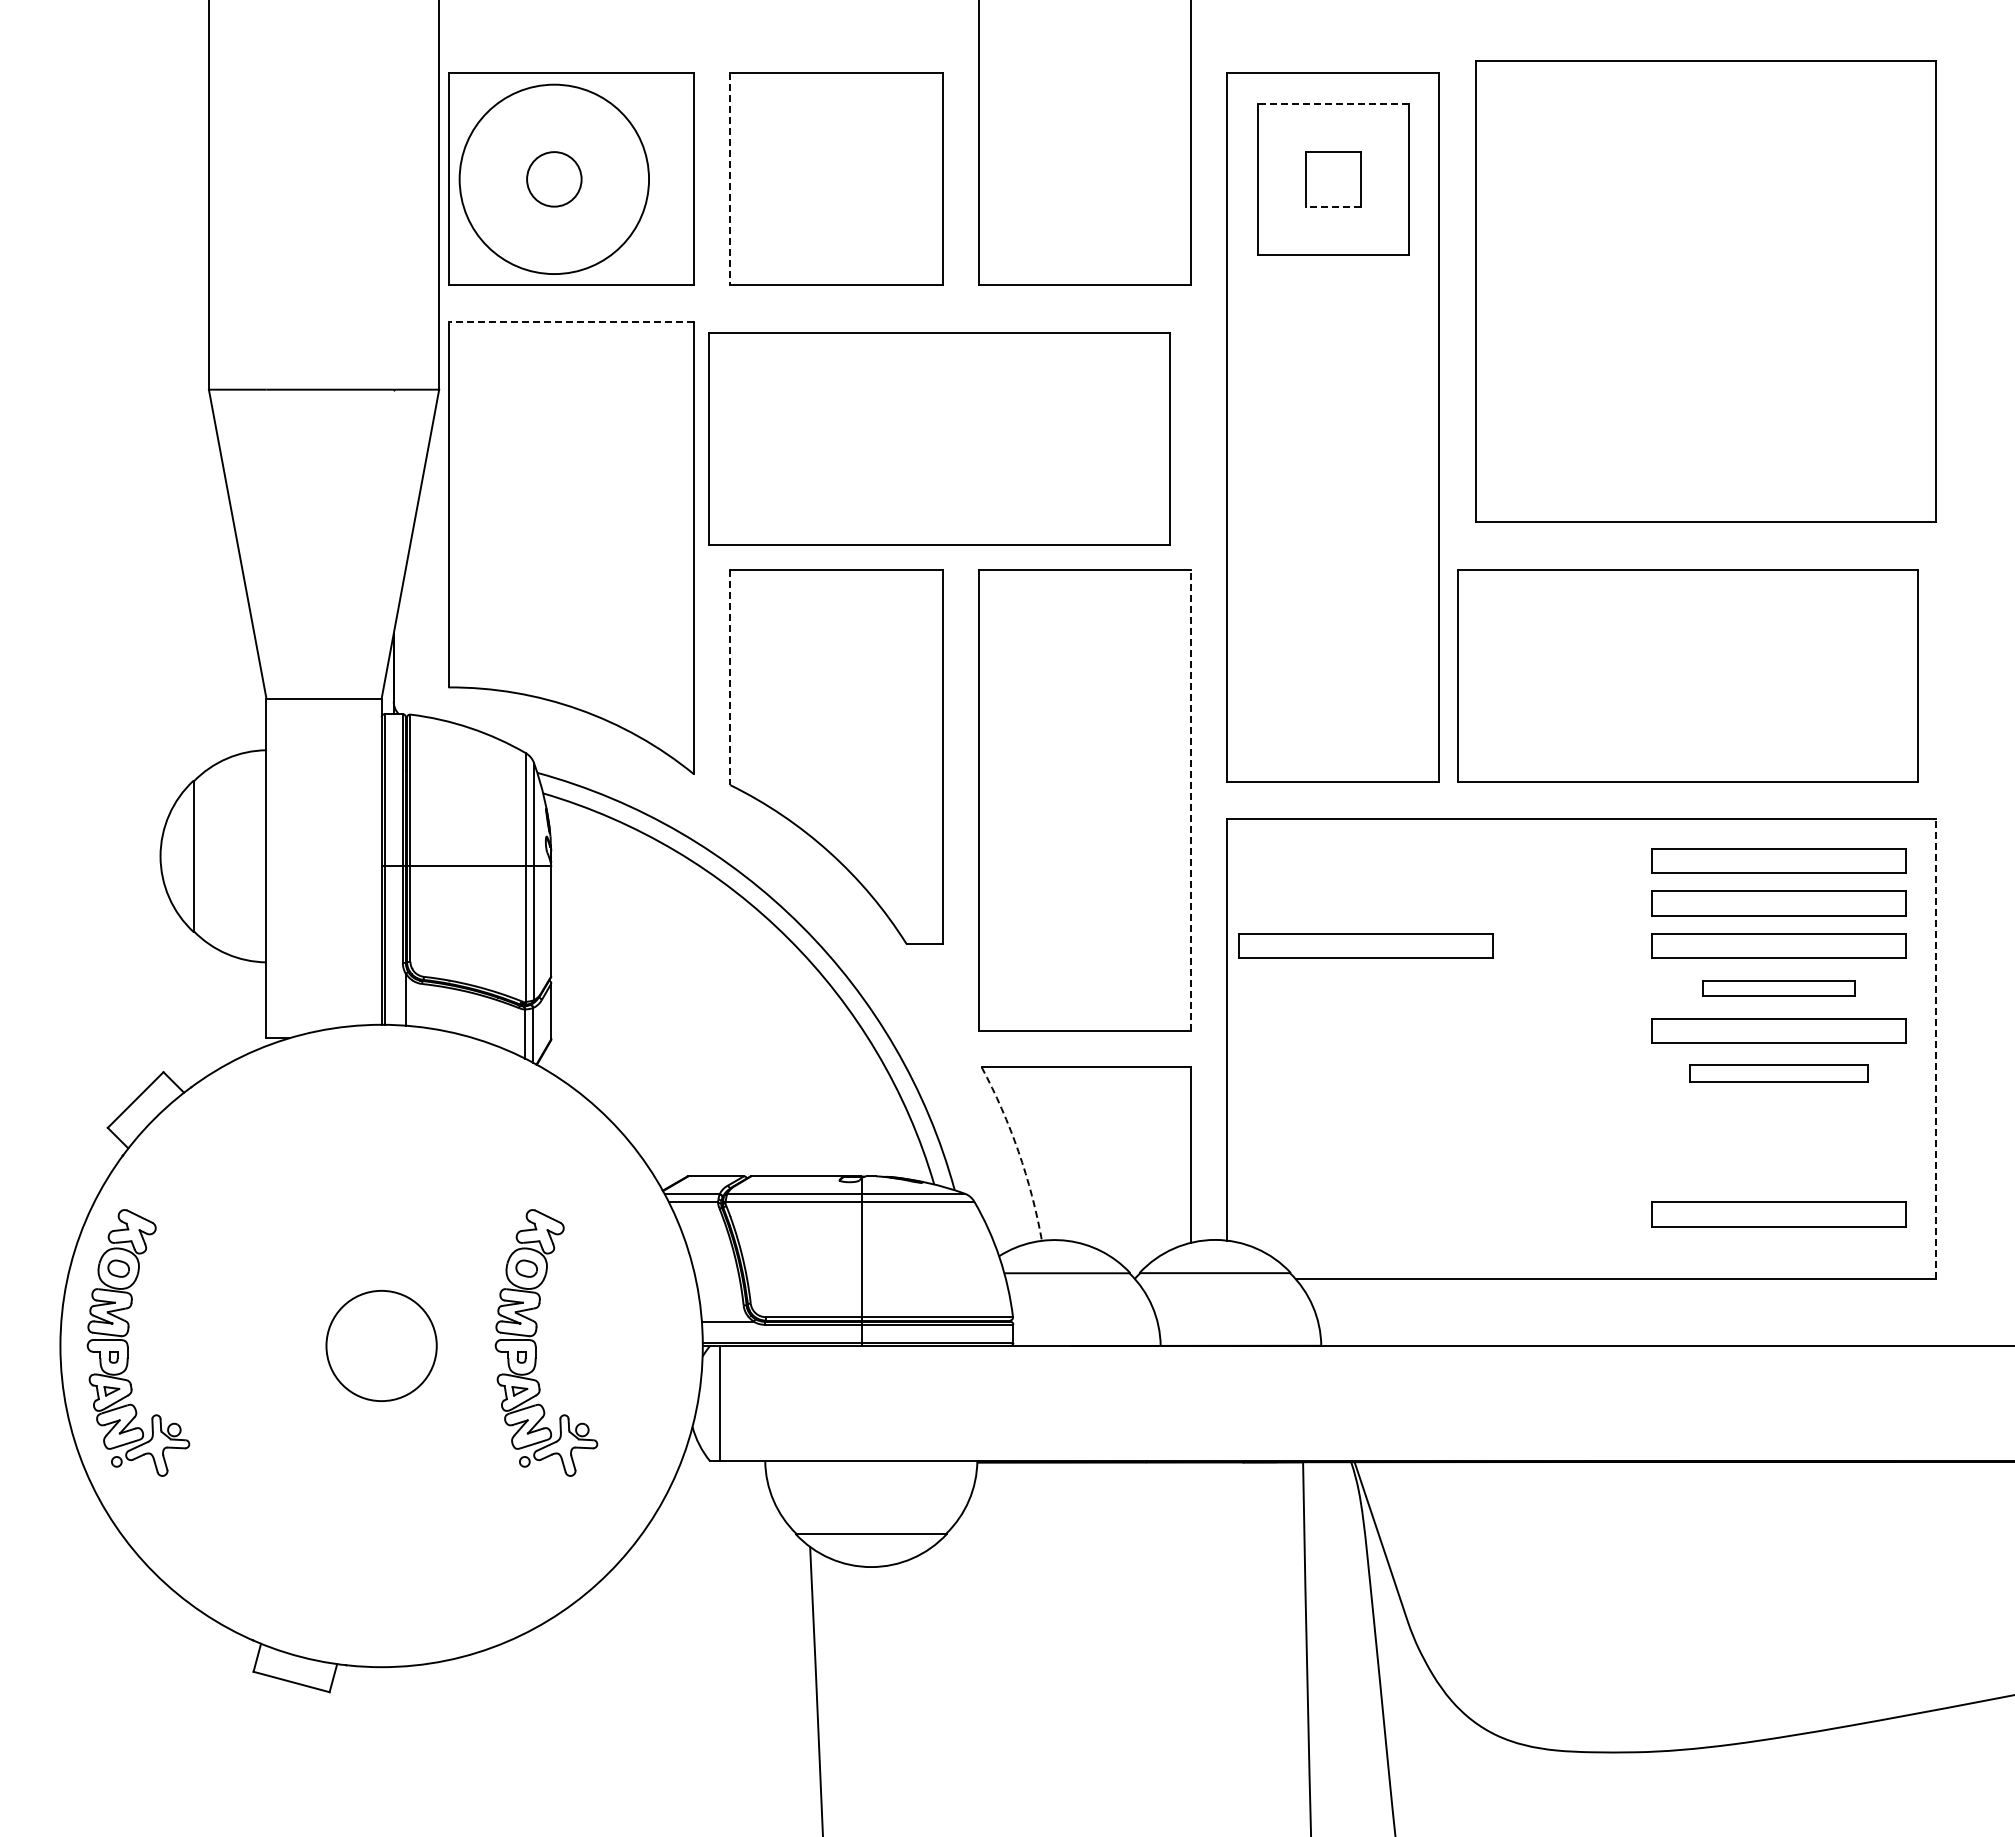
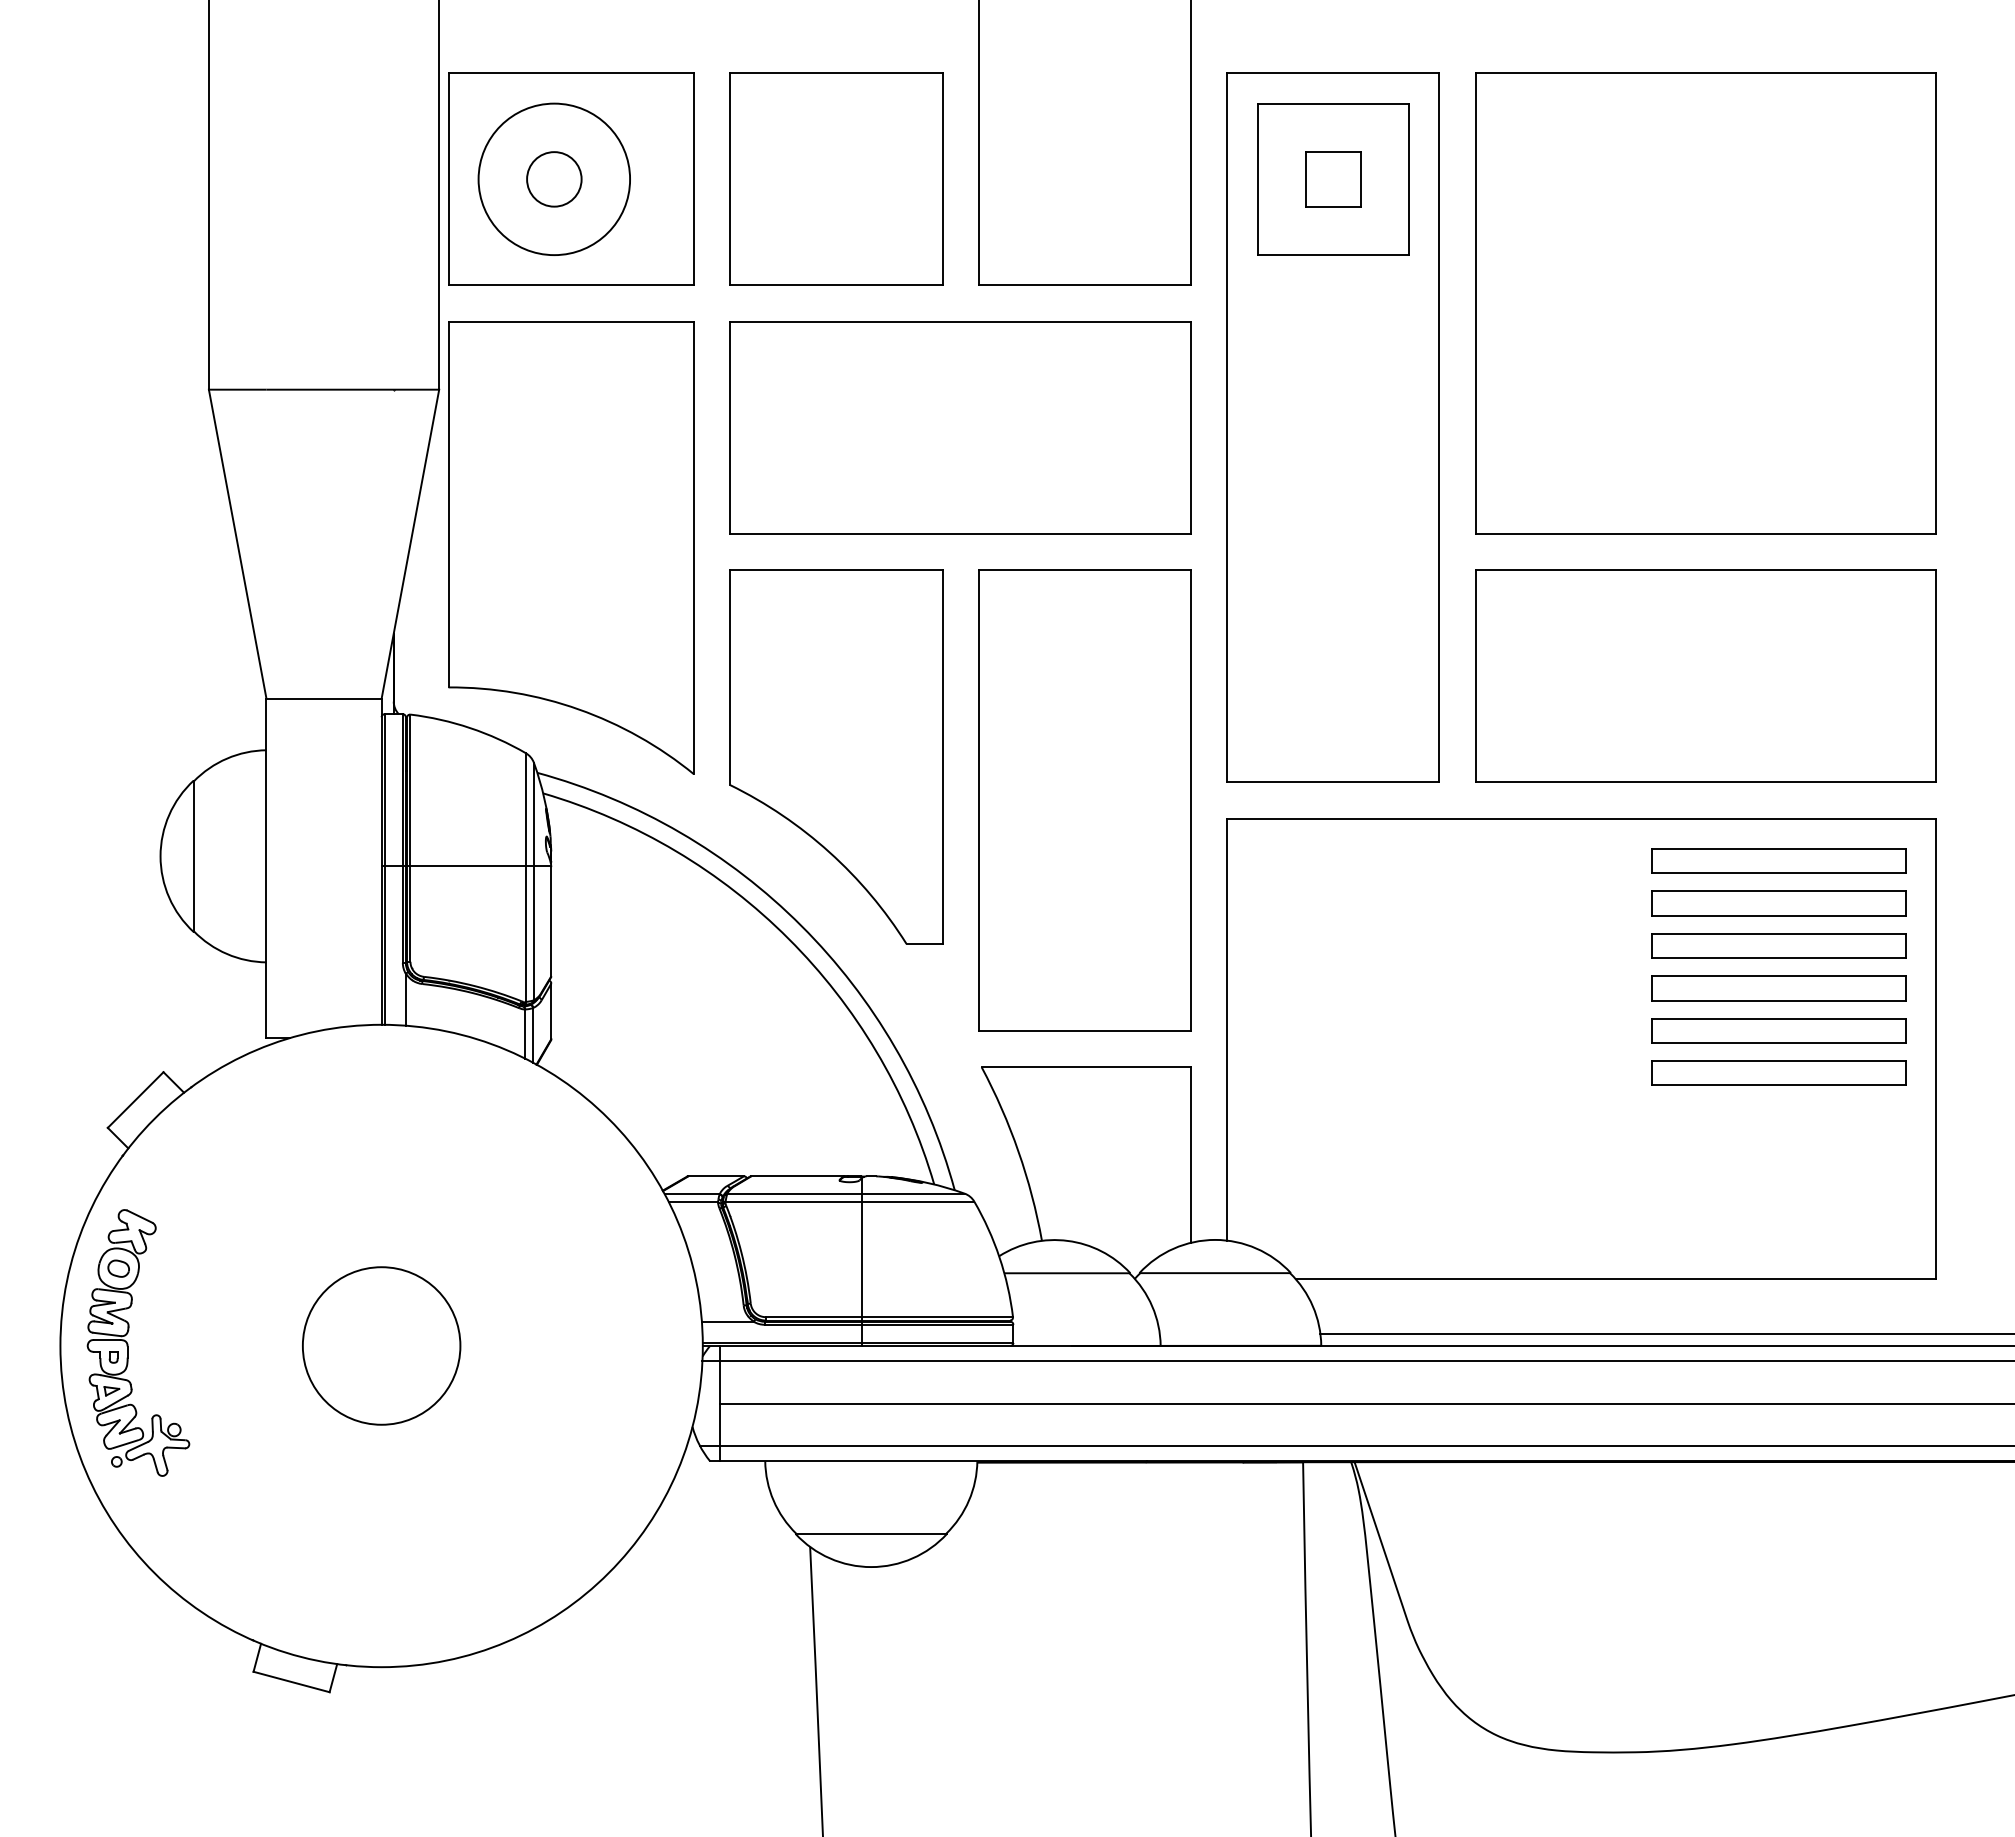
line at (1333, 103): dashed -> solid
circle at (554, 179) diameter: 189 px -> 152 px
line at (730, 179): dashed -> solid
line at (1332, 206): dashed -> solid
part at (1705, 291) position: (1705, 291) -> (1705, 303)
line at (571, 321): dashed -> solid
part at (939, 438) position: (939, 438) -> (960, 427)
part at (1687, 675) position: (1687, 675) -> (1705, 675)
line at (730, 678): dashed -> solid
line at (1190, 800): dashed -> solid
part at (1365, 945): present -> none
part at (1778, 988) size: 154x17 px -> 256x27 px
line at (1936, 1048): dashed -> solid
part at (1778, 1073) size: 180x19 px -> 256x26 px
arc at (1018, 1151): dashed -> solid
part at (1778, 1214): present -> none
line at (1665, 1333): none -> present
part at (536, 1344): present -> none
circle at (381, 1345) diameter: 110 px -> 158 px
line at (1356, 1361): none -> present
line at (1365, 1403): none -> present
line at (1355, 1445): none -> present
